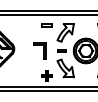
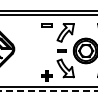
part at (39, 50): present -> none
line at (49, 91): solid -> dashed
